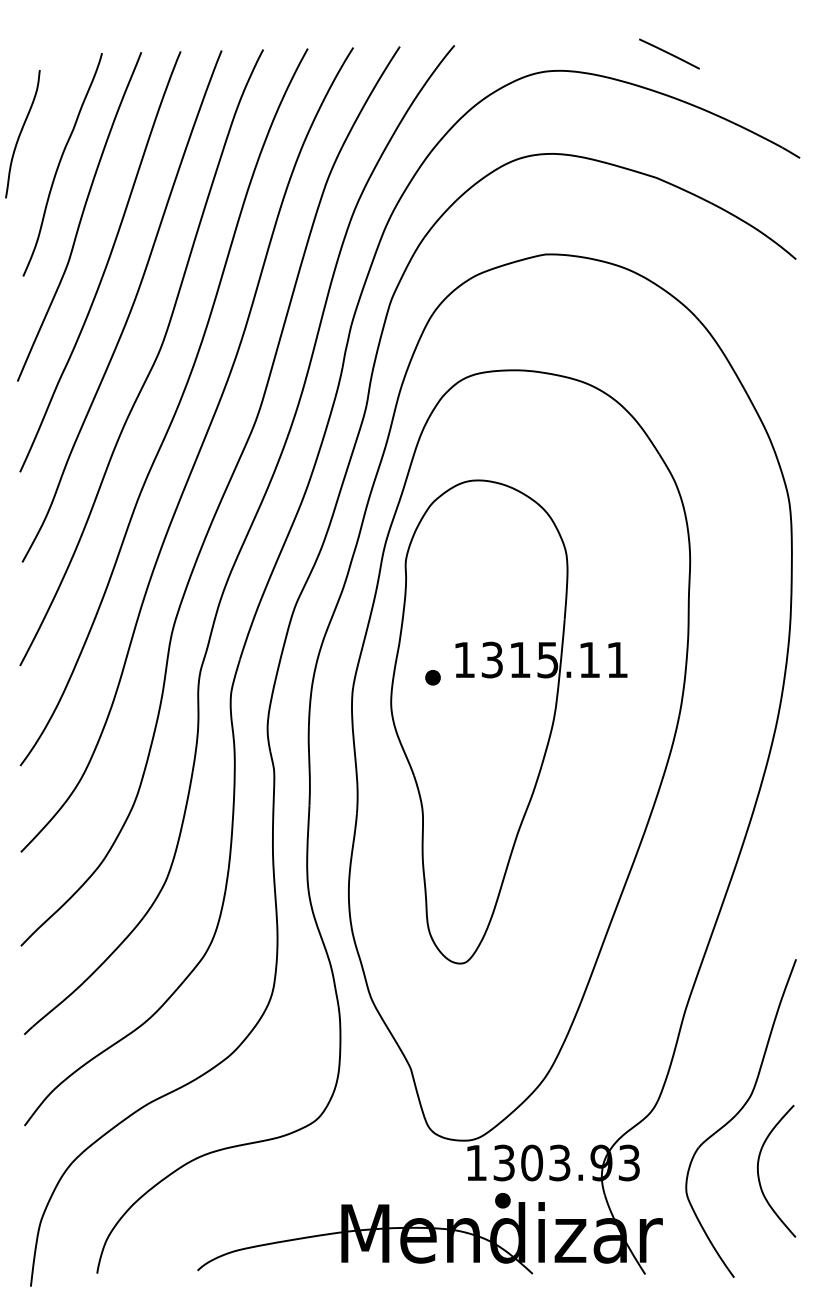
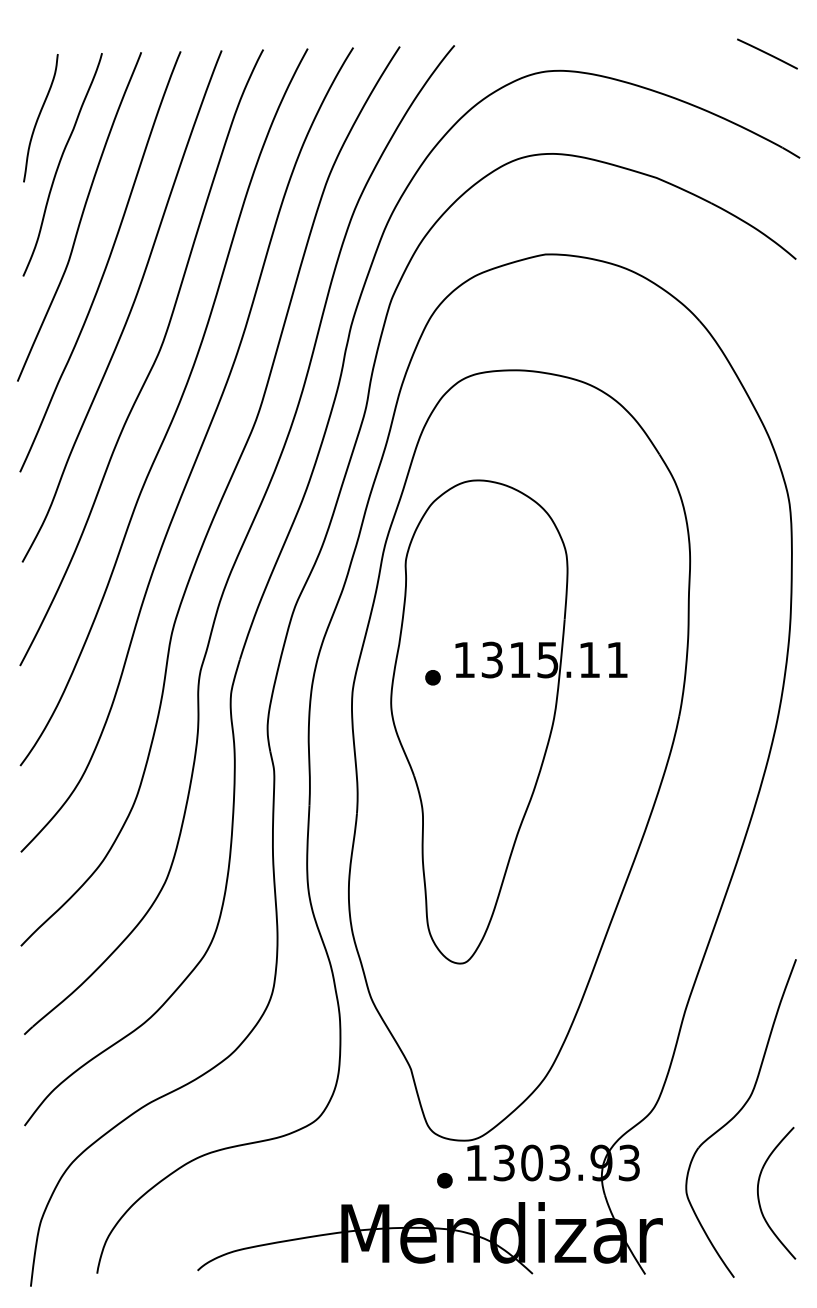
line at (669, 53) position: (669, 53) -> (767, 53)
curve at (21, 133) position: (21, 133) -> (39, 117)
part at (759, 1174) position: (759, 1174) -> (759, 1196)
part at (502, 1200) position: (502, 1200) -> (444, 1180)
